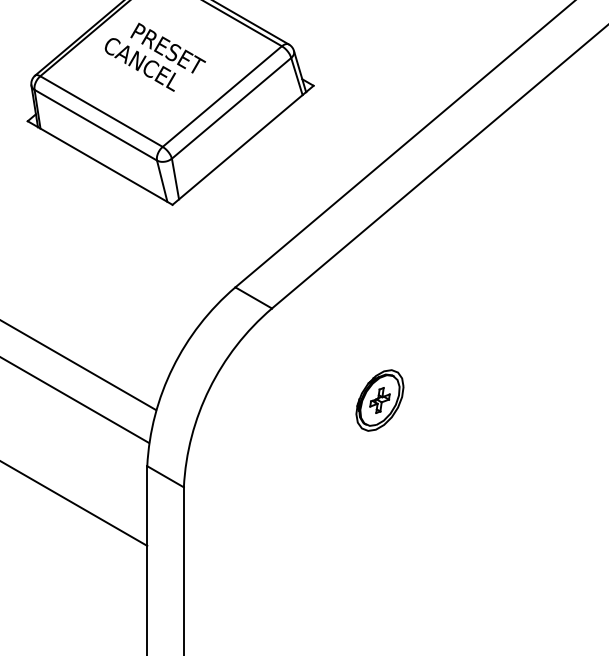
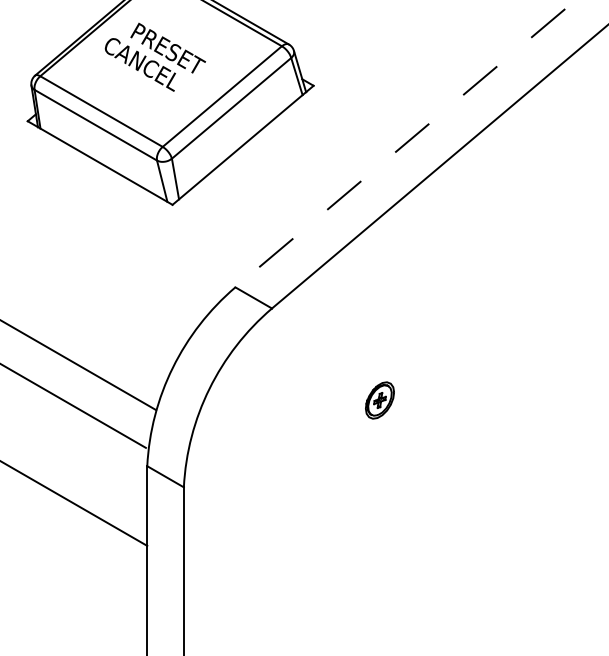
line at (404, 144): solid -> dashed
line at (75, 400) position: (75, 400) -> (73, 405)
part at (379, 400) size: 50x63 px -> 30x39 px
